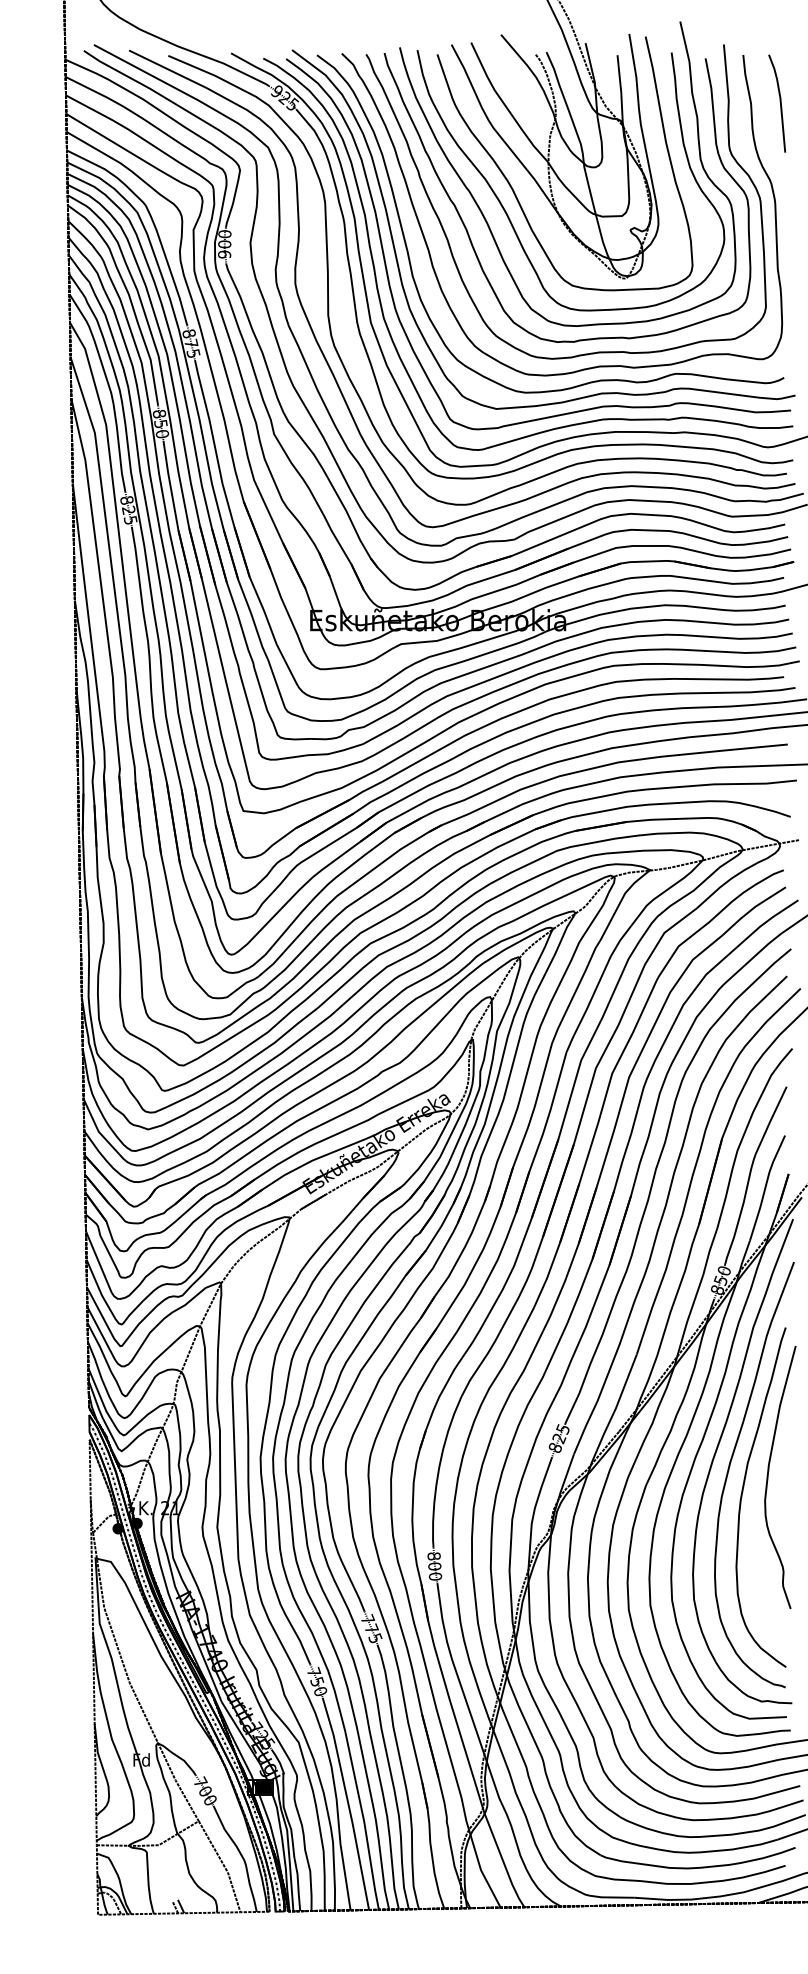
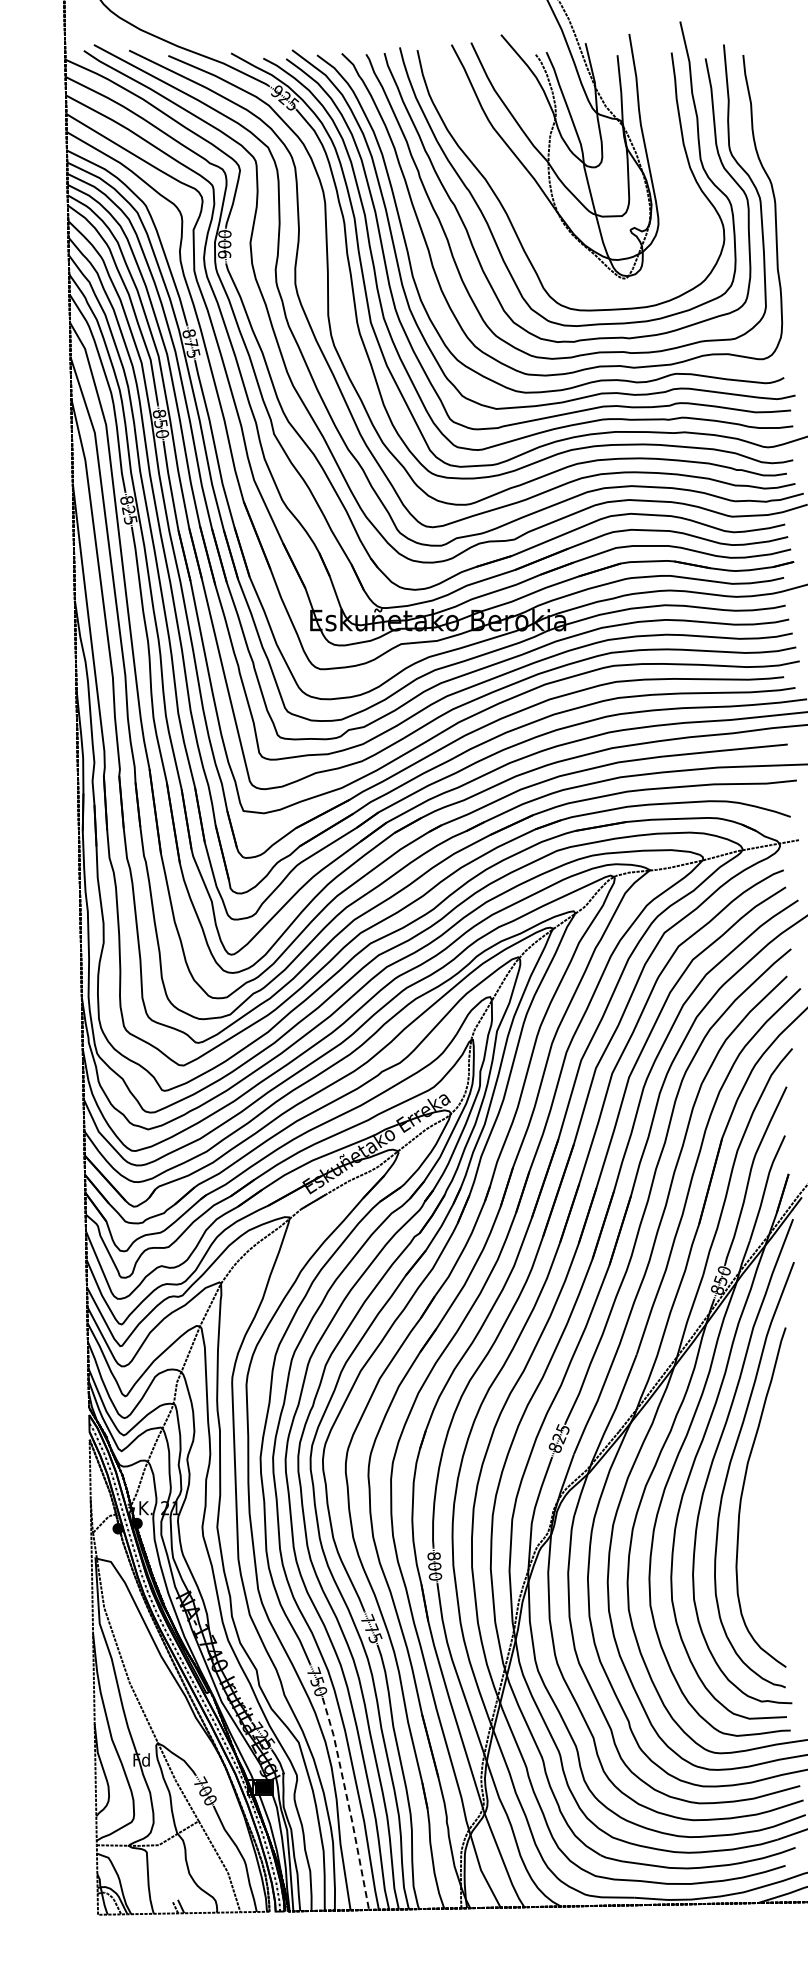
line at (779, 102): present -> none
curve at (513, 188): present -> none
curve at (768, 1477): present -> none
line at (348, 1803): solid -> dashed
